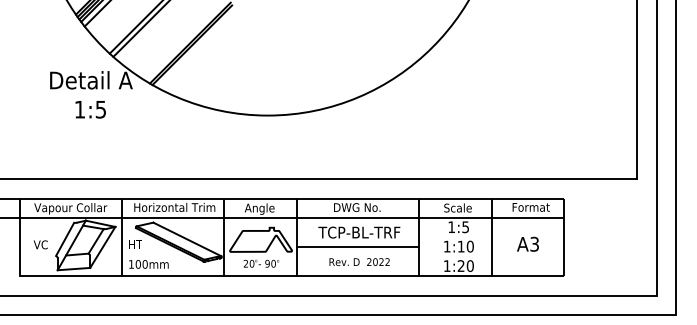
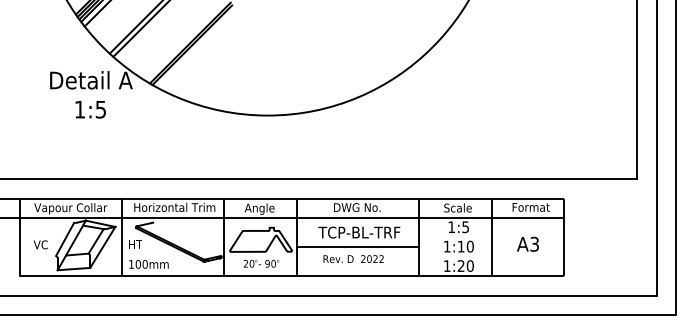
line at (187, 239): present -> none
text at (359, 261) position: (359, 261) -> (353, 258)
